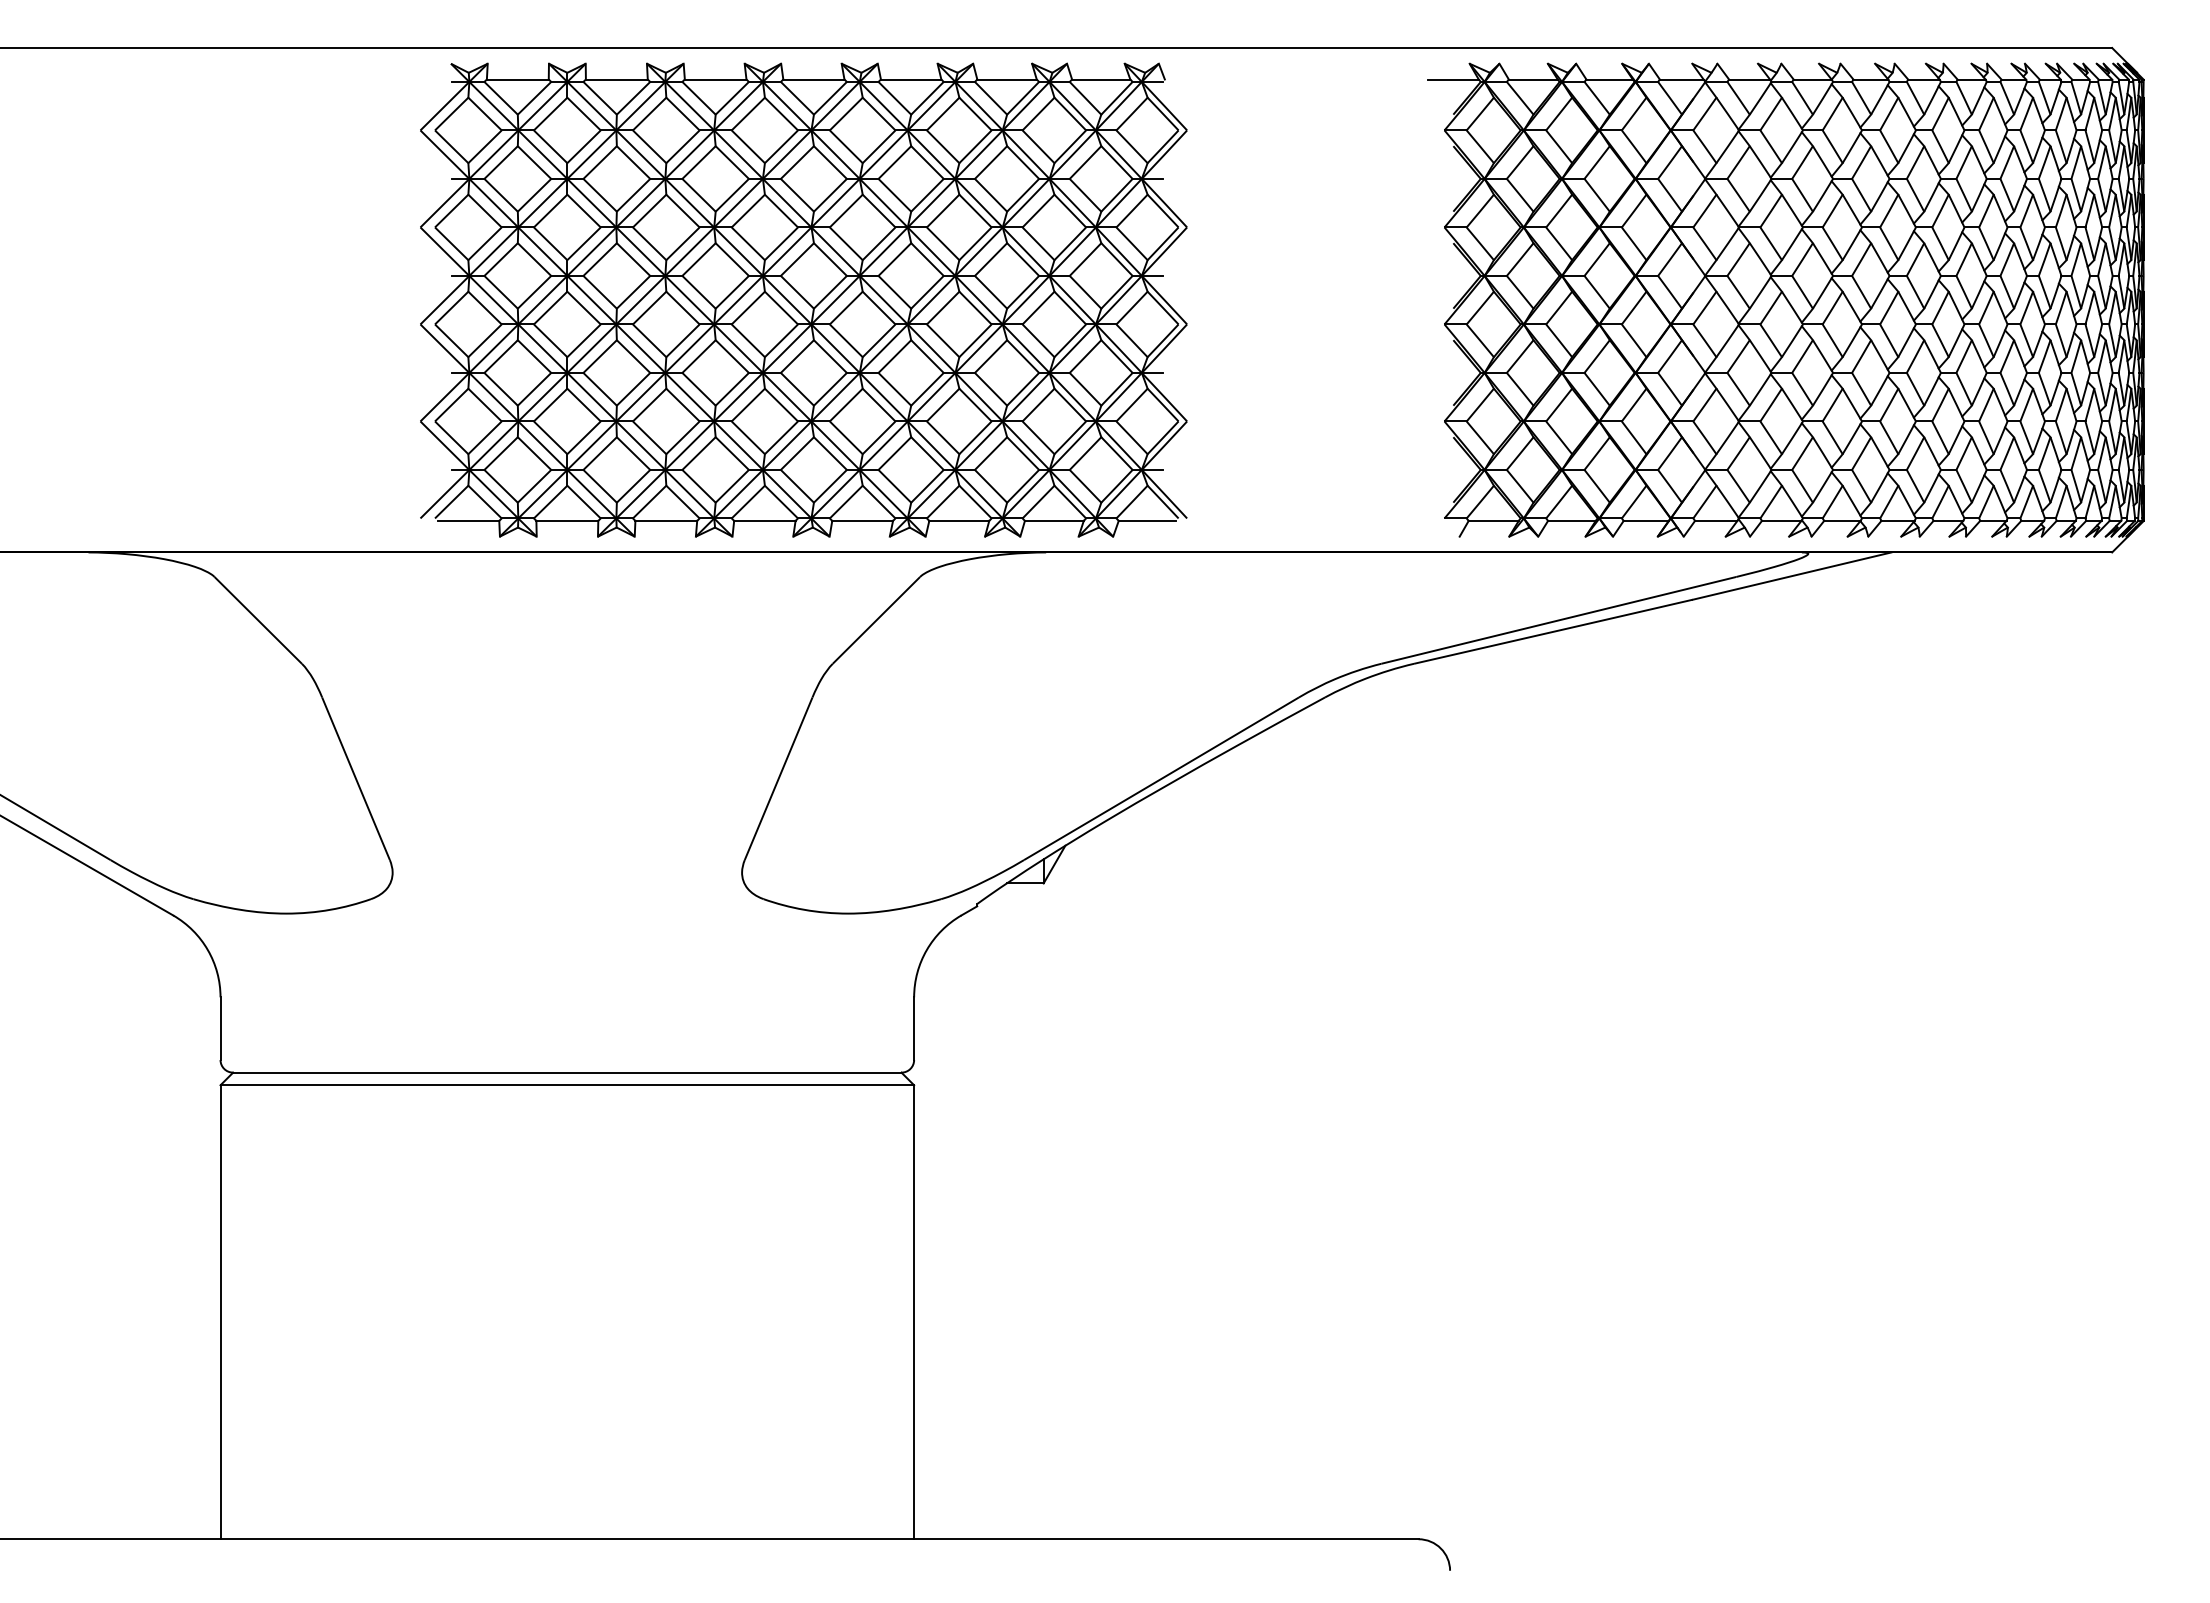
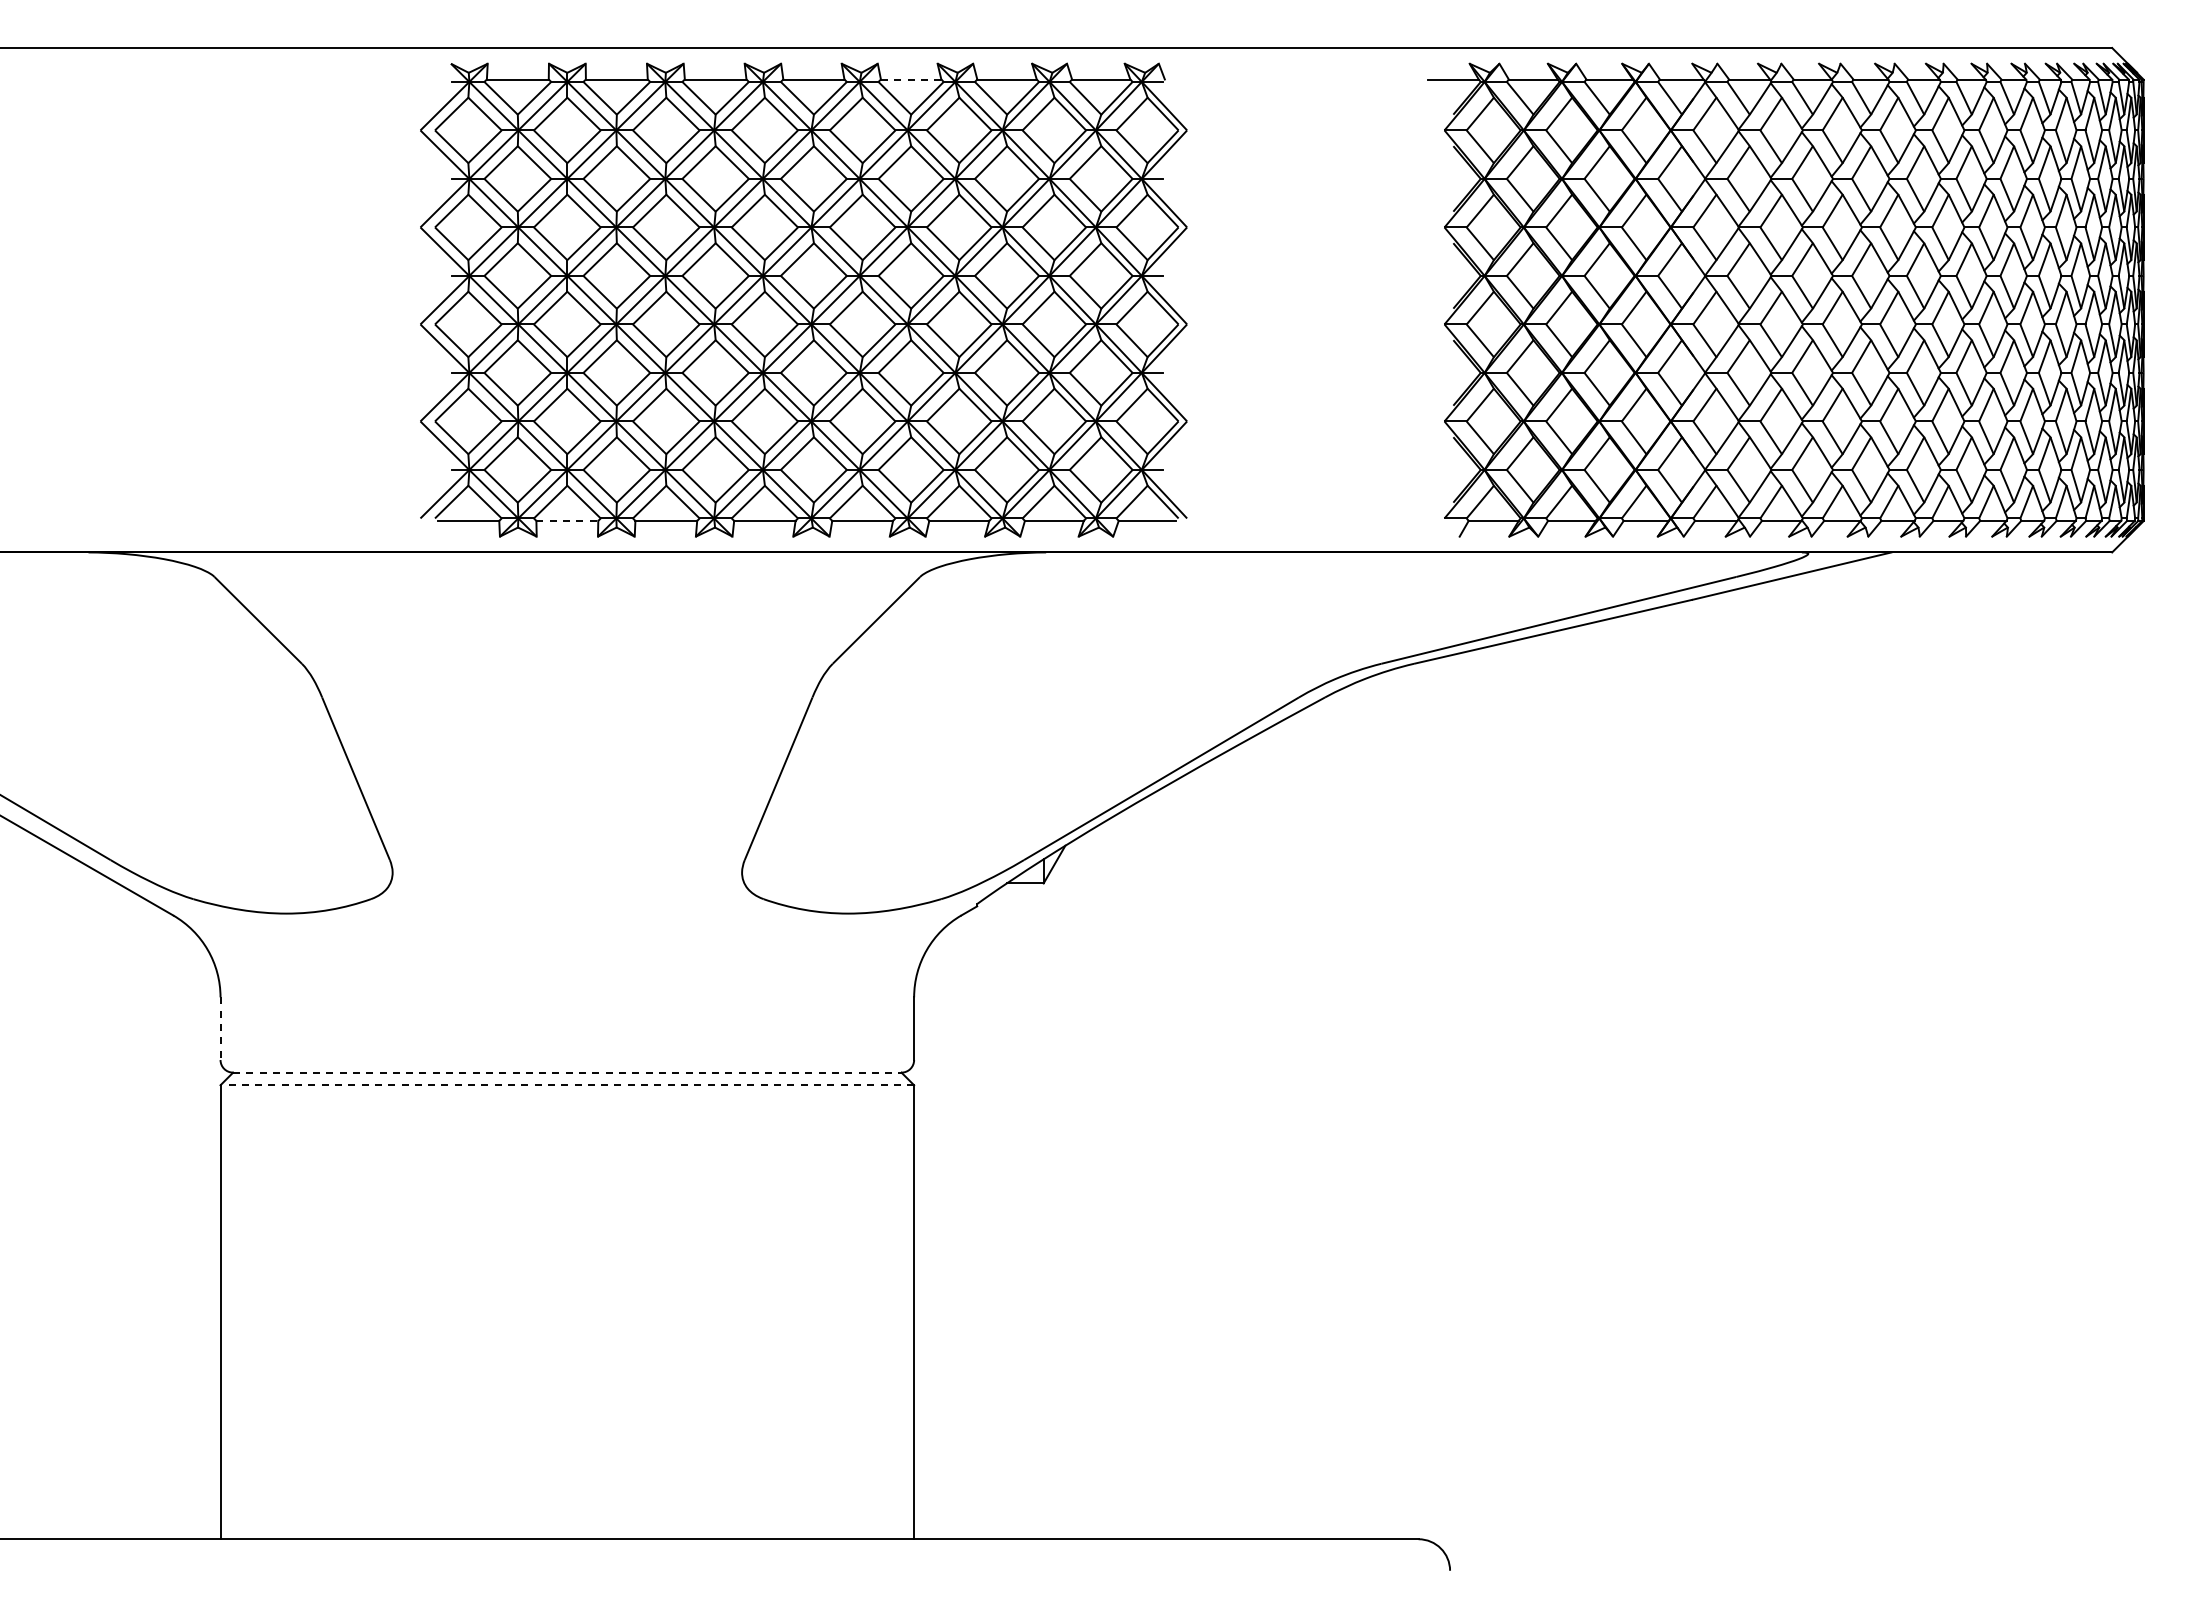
line at (910, 79): solid -> dashed
line at (567, 520): solid -> dashed
line at (220, 1029): solid -> dashed
line at (567, 1072): solid -> dashed
line at (567, 1085): solid -> dashed
